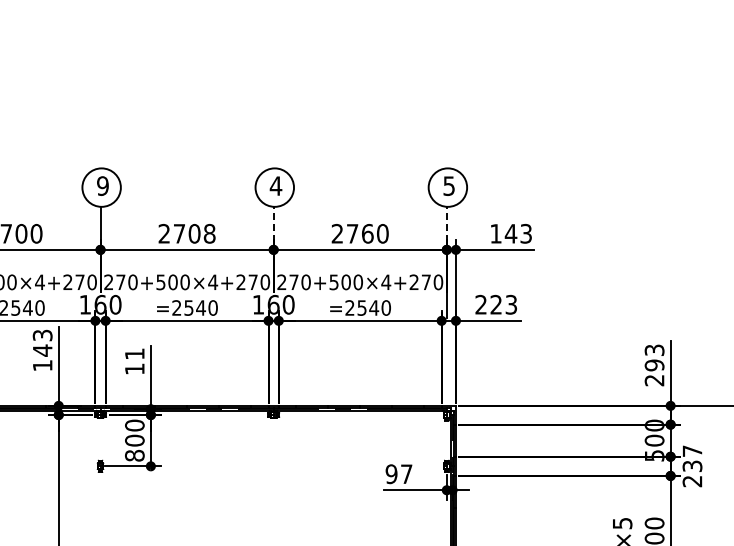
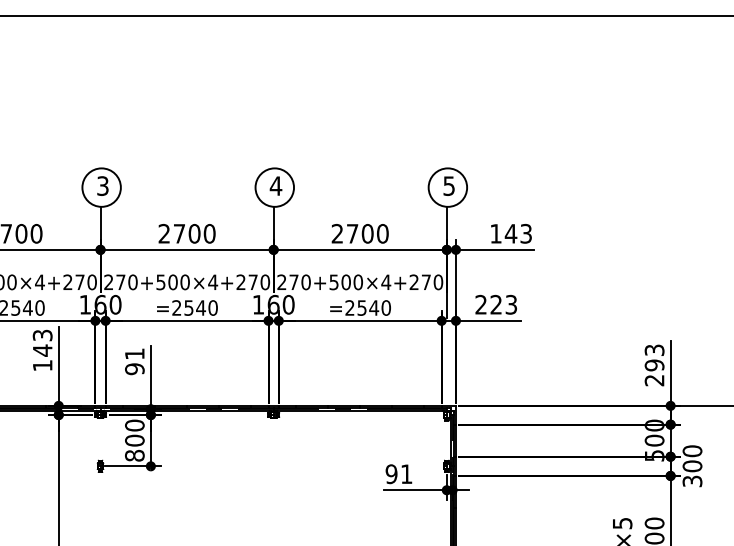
line at (366, 16): none -> present
text at (102, 185): 9 -> 3
line at (273, 224): dashed -> solid
line at (446, 224): dashed -> solid
text at (209, 233): 2708 -> 2700
text at (367, 233): 2760 -> 2700
text at (134, 369): 11 -> 91
text at (692, 466): 237 -> 300
text at (406, 473): 97 -> 91
